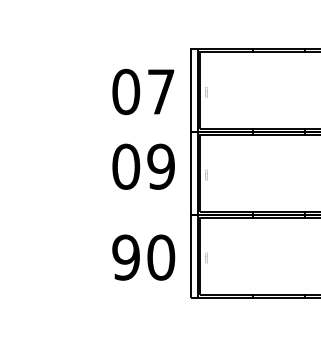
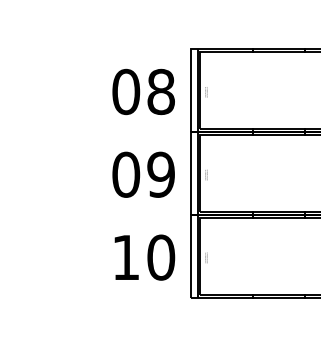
text at (160, 91): 07 -> 08
text at (143, 166) position: (143, 166) -> (143, 174)
text at (125, 257): 90 -> 10
